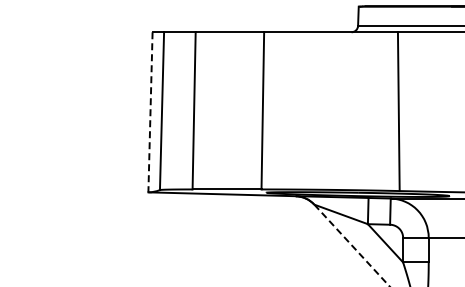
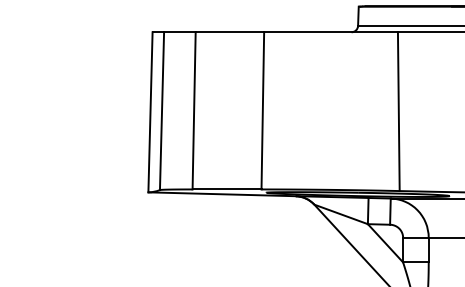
line at (150, 112): dashed -> solid
line at (352, 245): dashed -> solid
